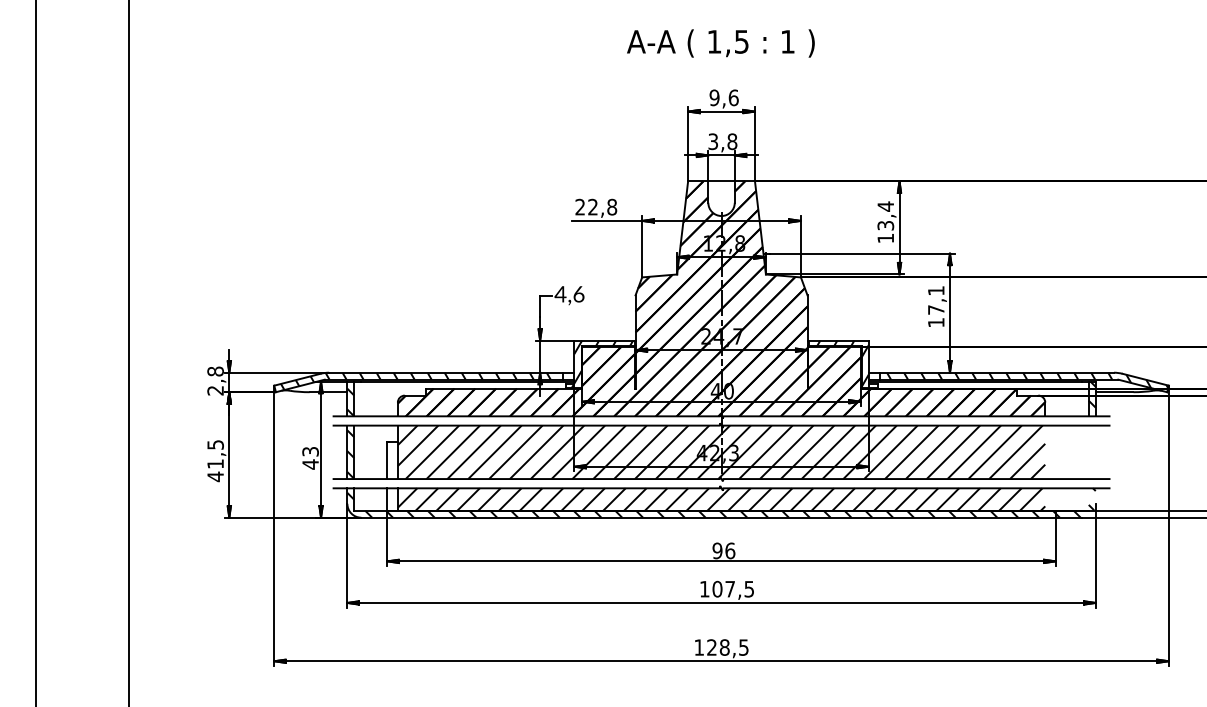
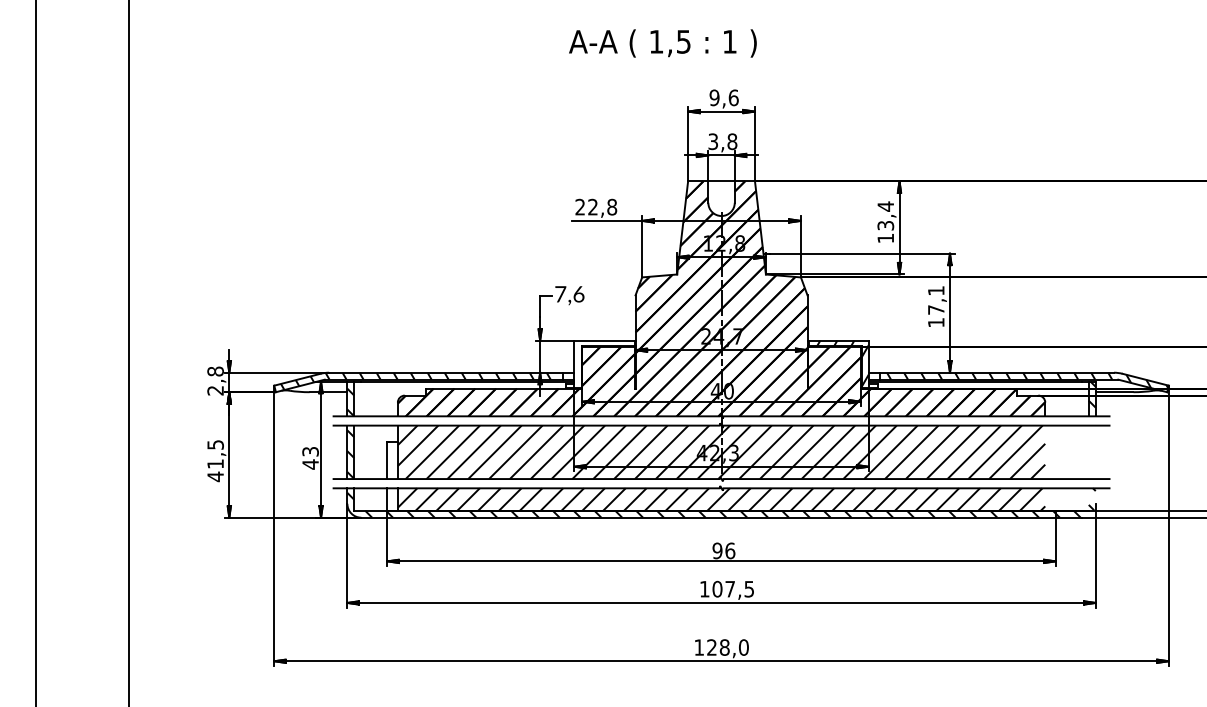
text at (720, 43) position: (720, 43) -> (662, 43)
text at (560, 294): 4,6 -> 7,6
hatch at (602, 363): present -> none
text at (743, 647): 128,5 -> 128,0
